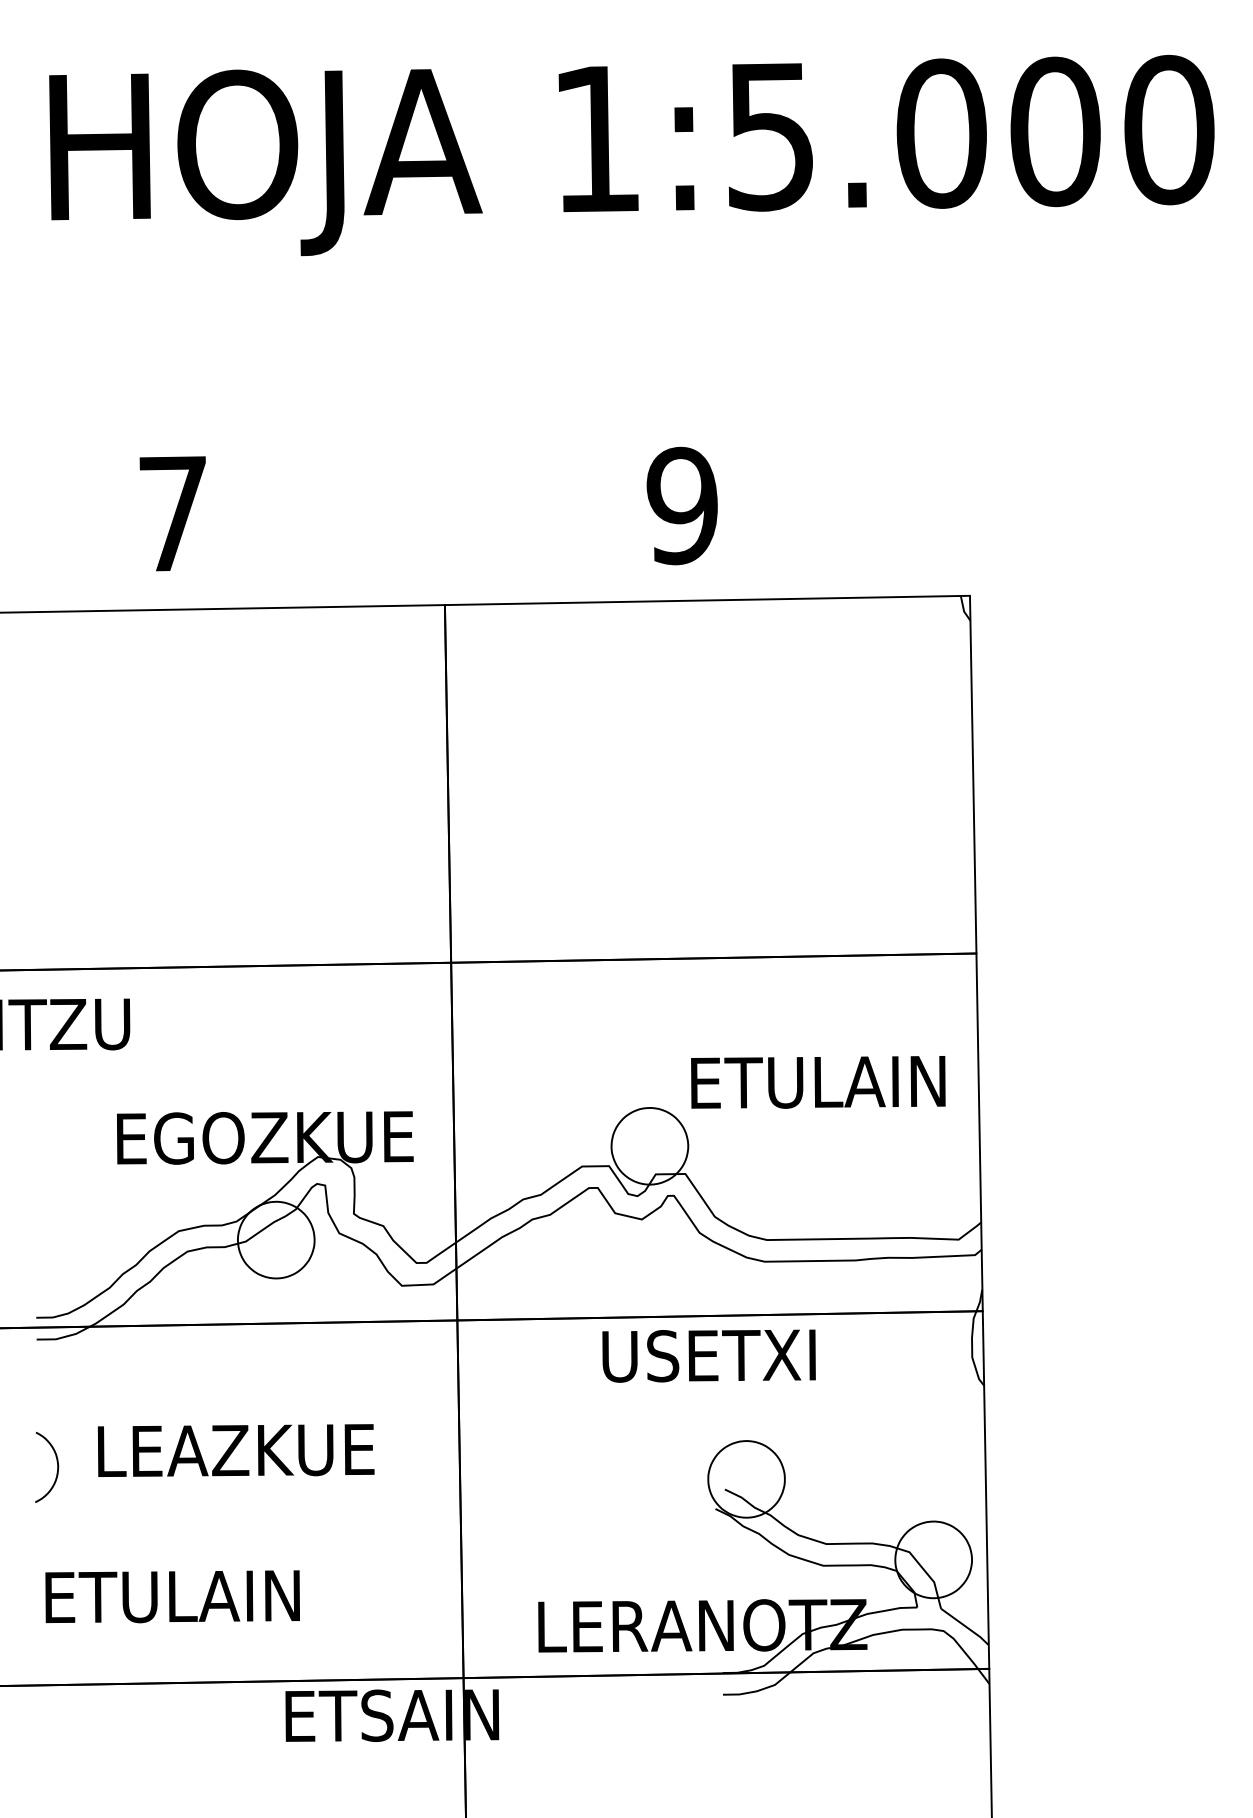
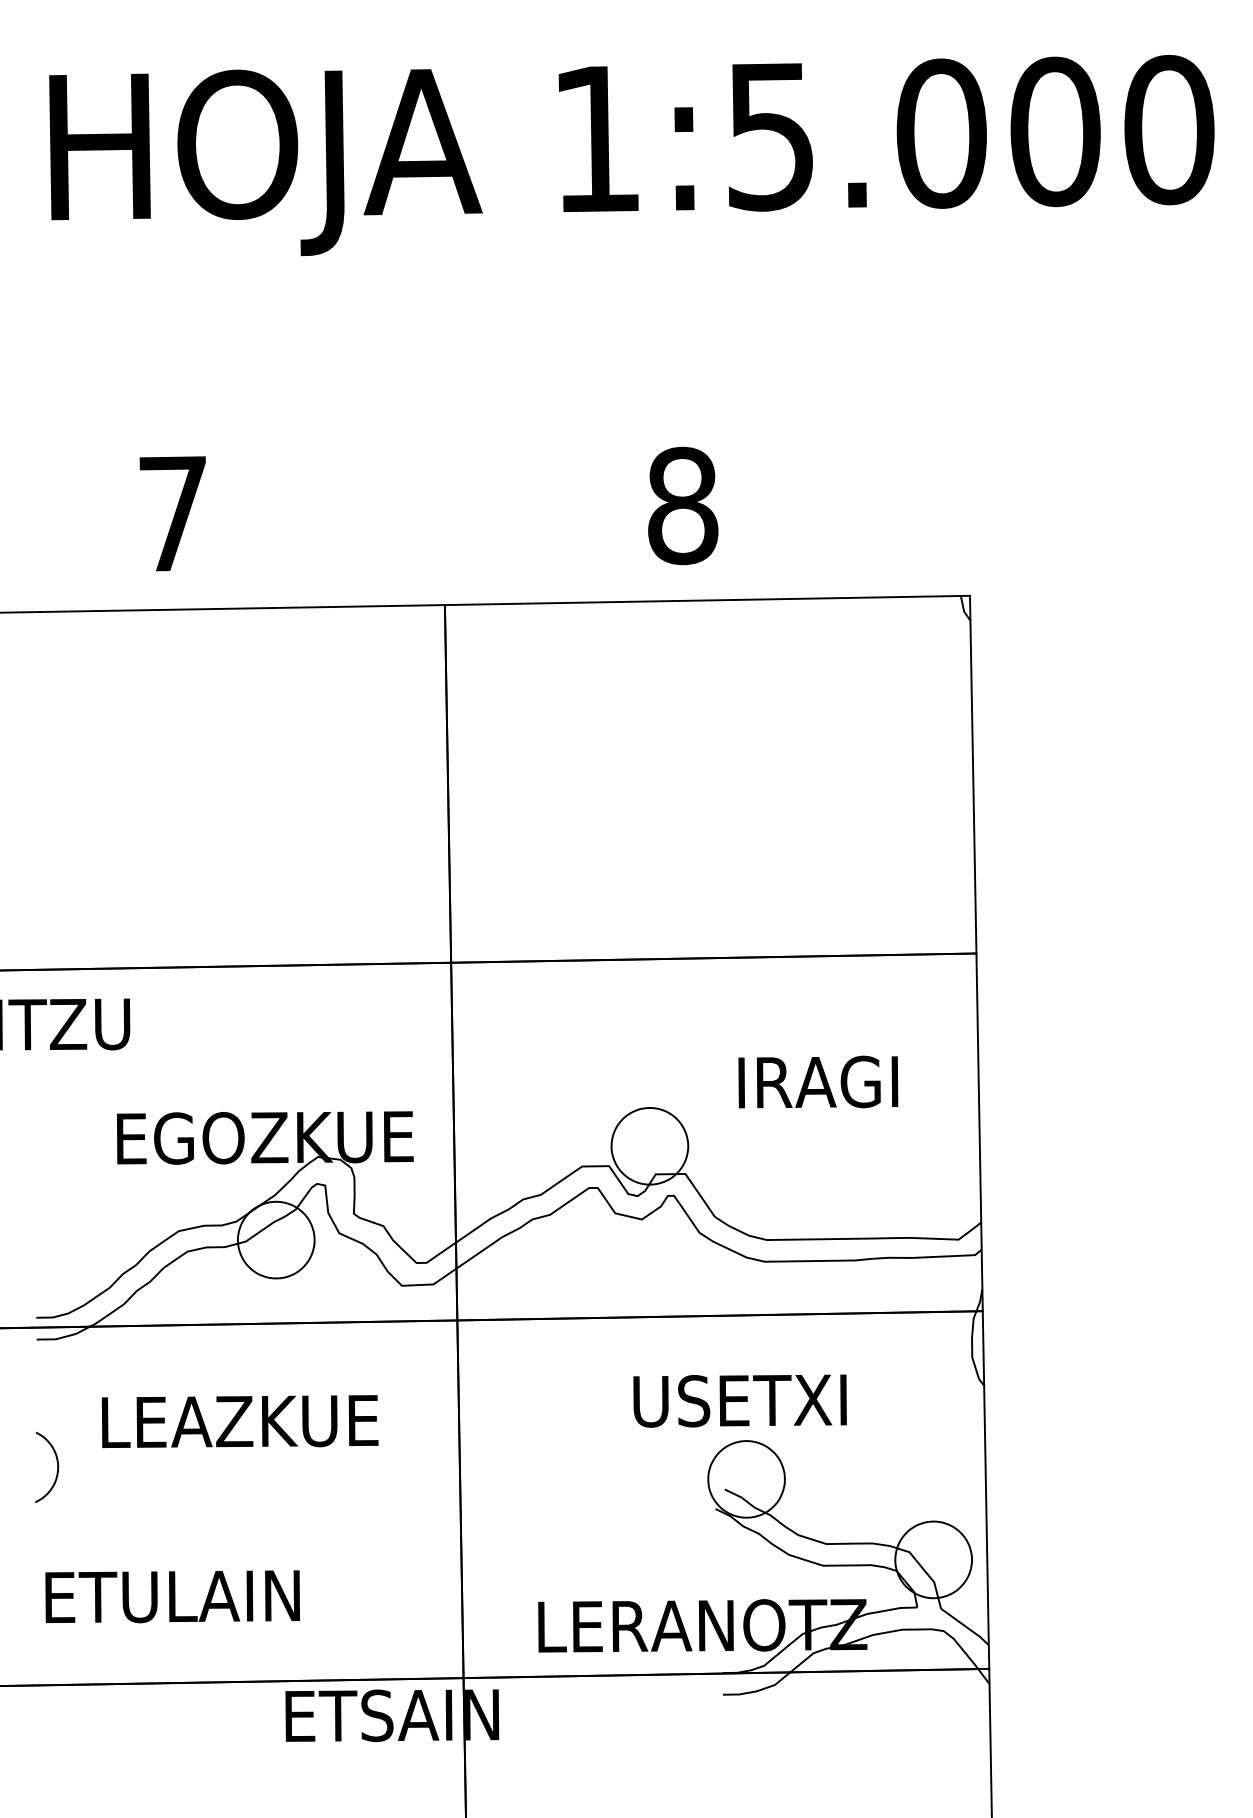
text at (682, 505): 9 -> 8
text at (818, 1081): ETULAIN -> IRAGI
text at (708, 1355) position: (708, 1355) -> (739, 1400)
text at (235, 1450) position: (235, 1450) -> (239, 1421)
